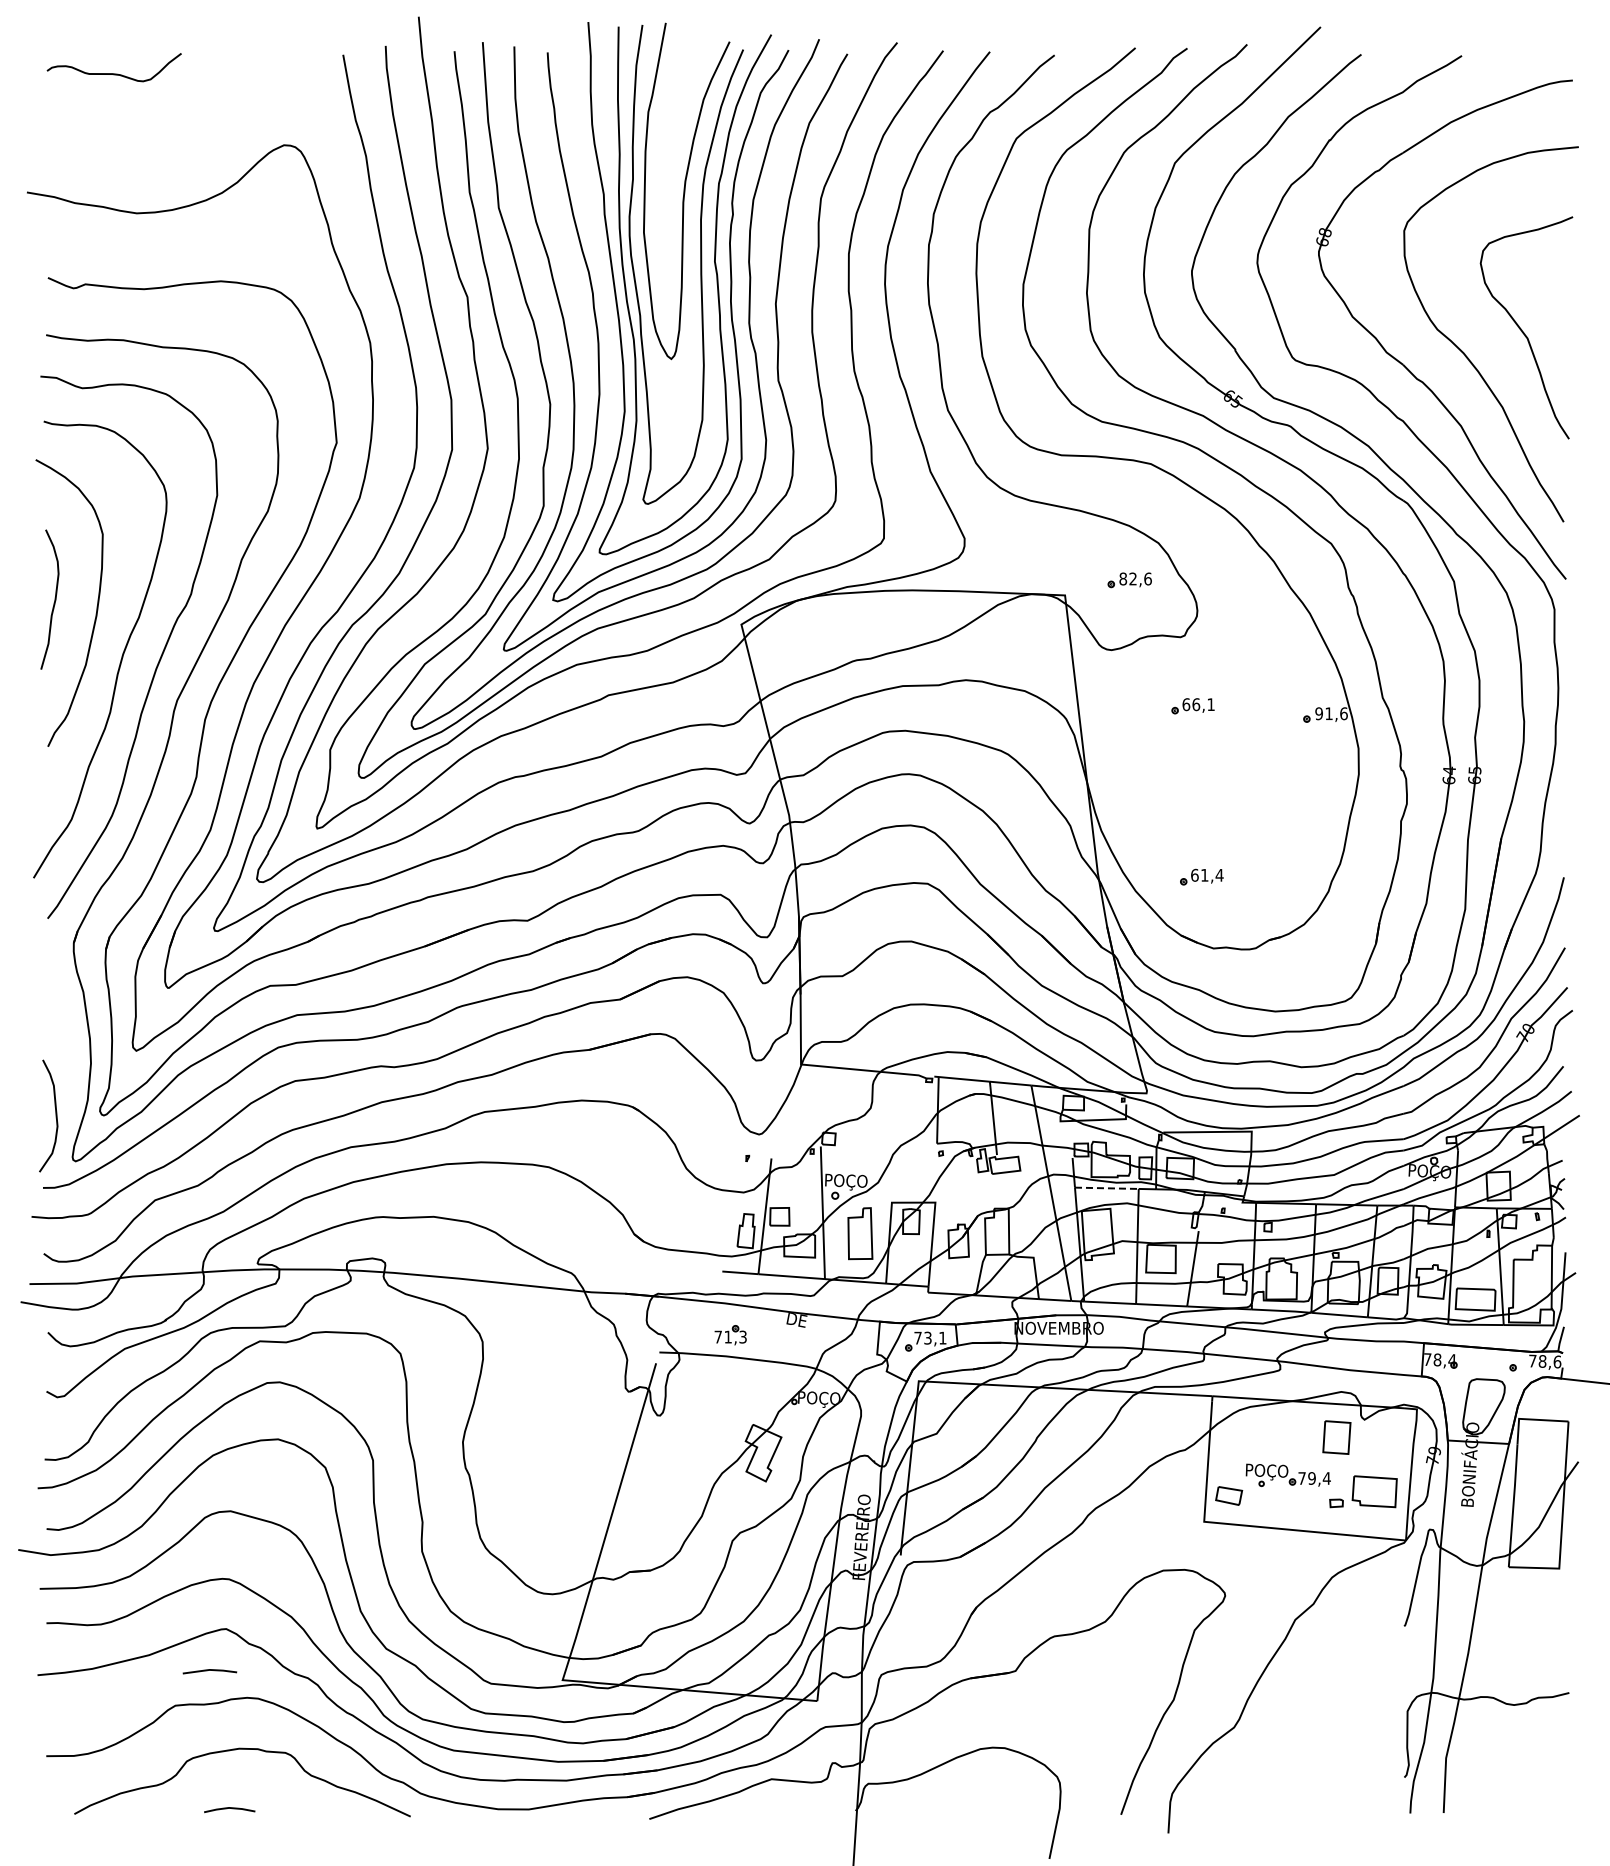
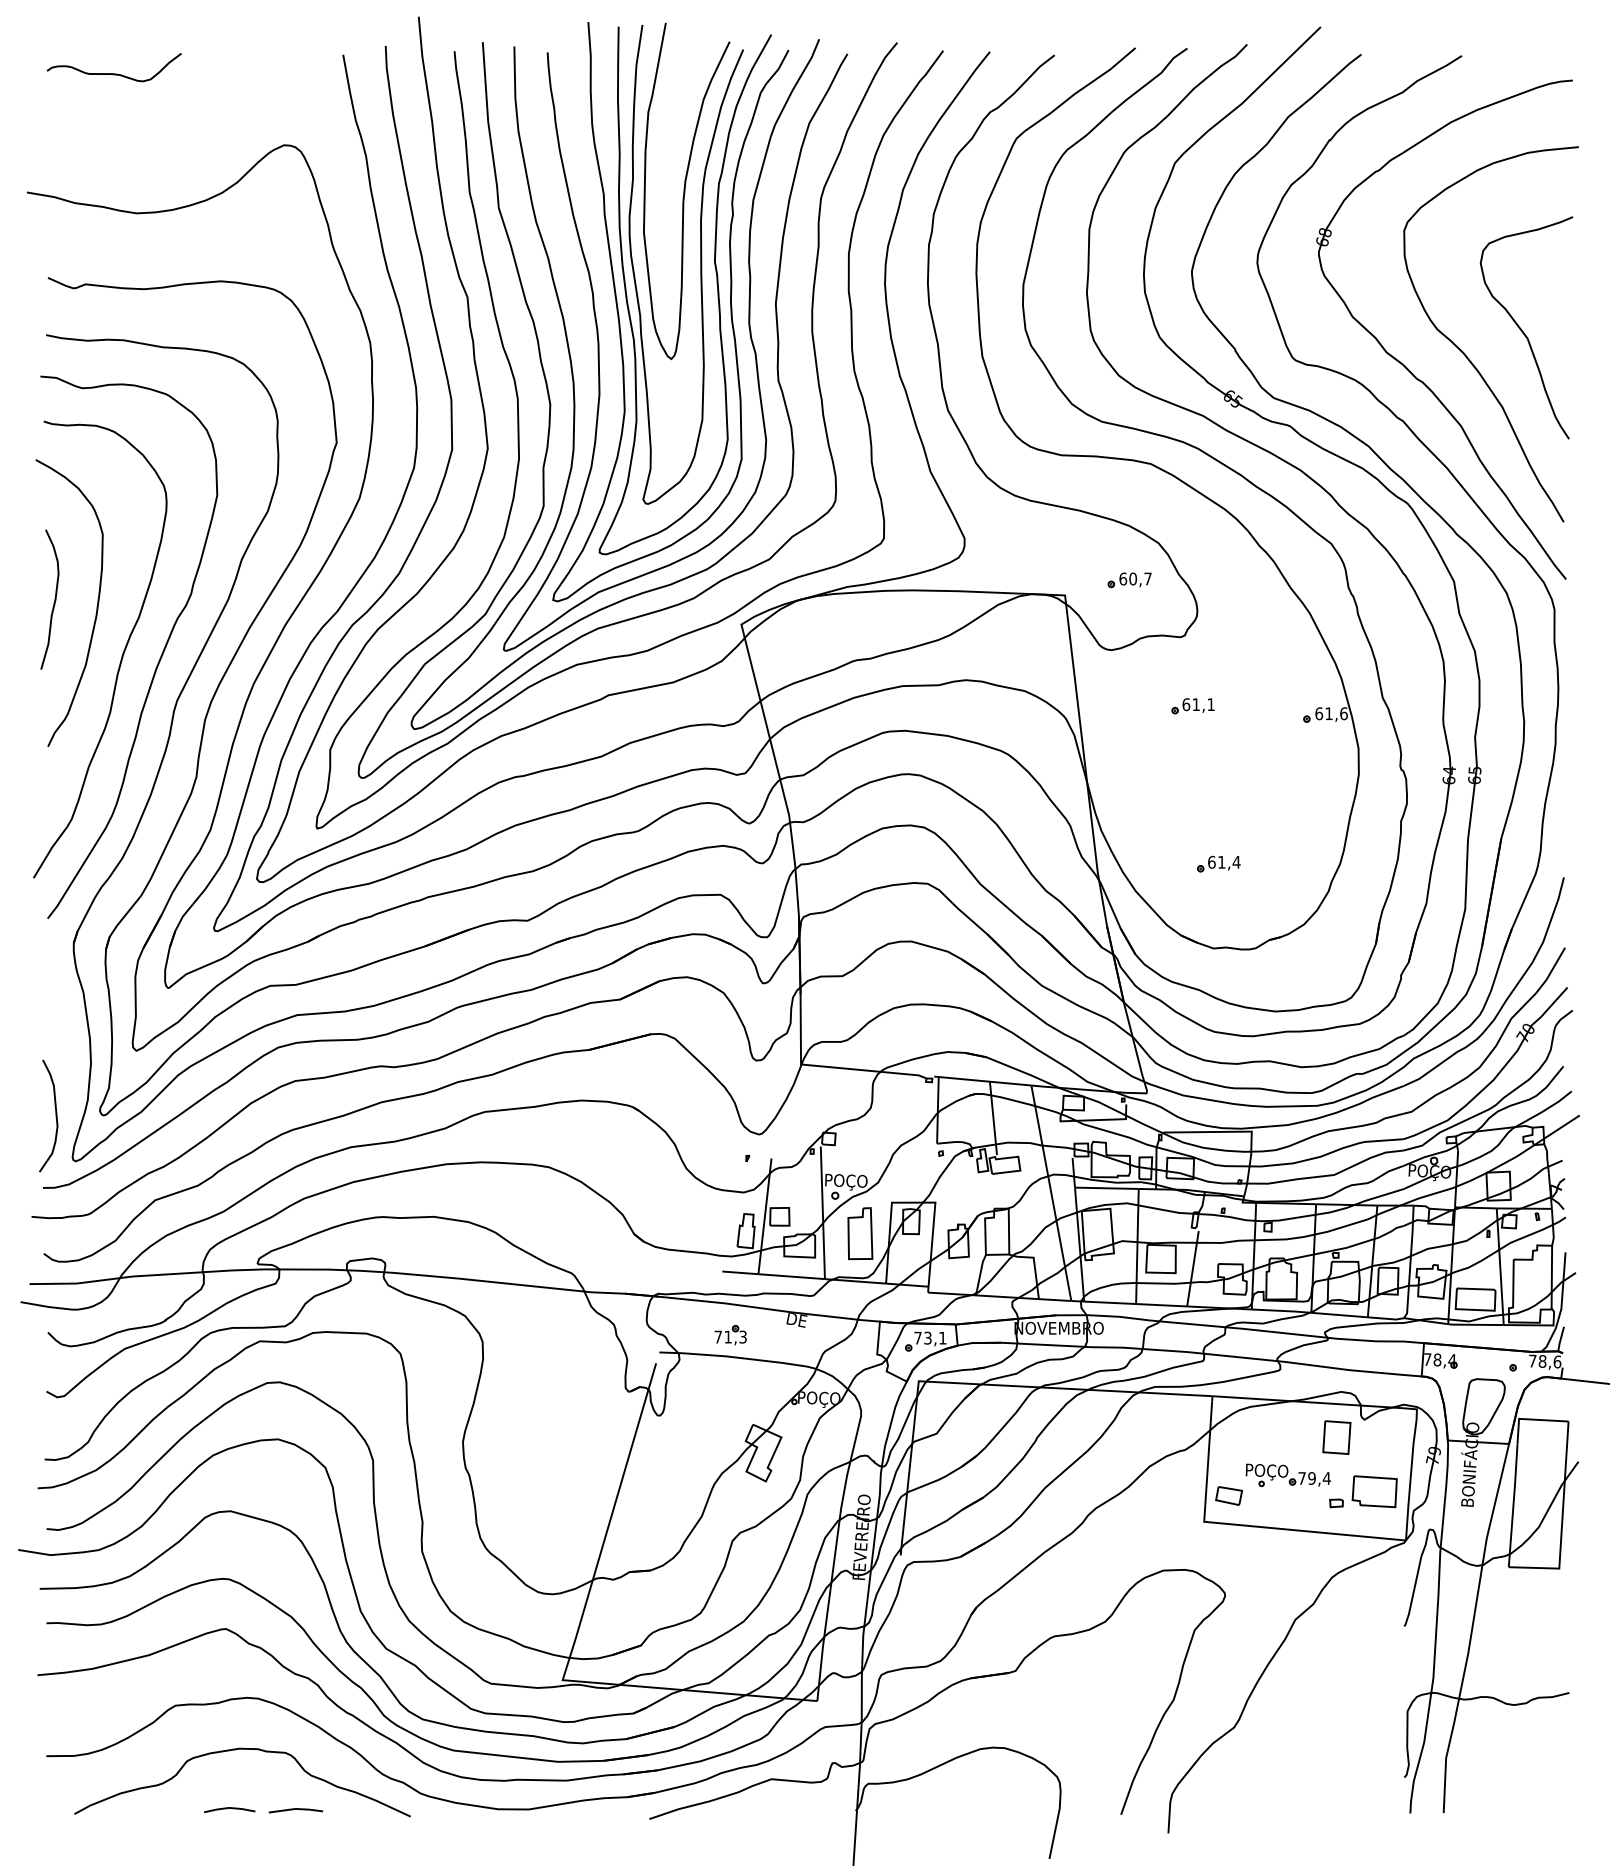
text at (1135, 578): 82,6 -> 60,7
text at (1196, 704): 66,1 -> 61,1
text at (1319, 713): 91,6 -> 61,6
part at (1201, 876) position: (1201, 876) -> (1218, 863)
line at (1106, 1188): dashed -> solid
line at (209, 1670) position: (209, 1670) -> (295, 1809)
